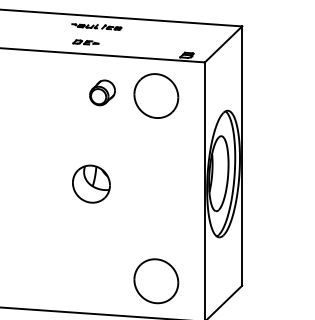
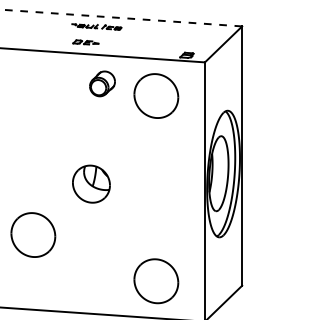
line at (120, 18): solid -> dashed
part at (102, 92) position: (102, 92) -> (102, 83)
part at (33, 234): none -> present
